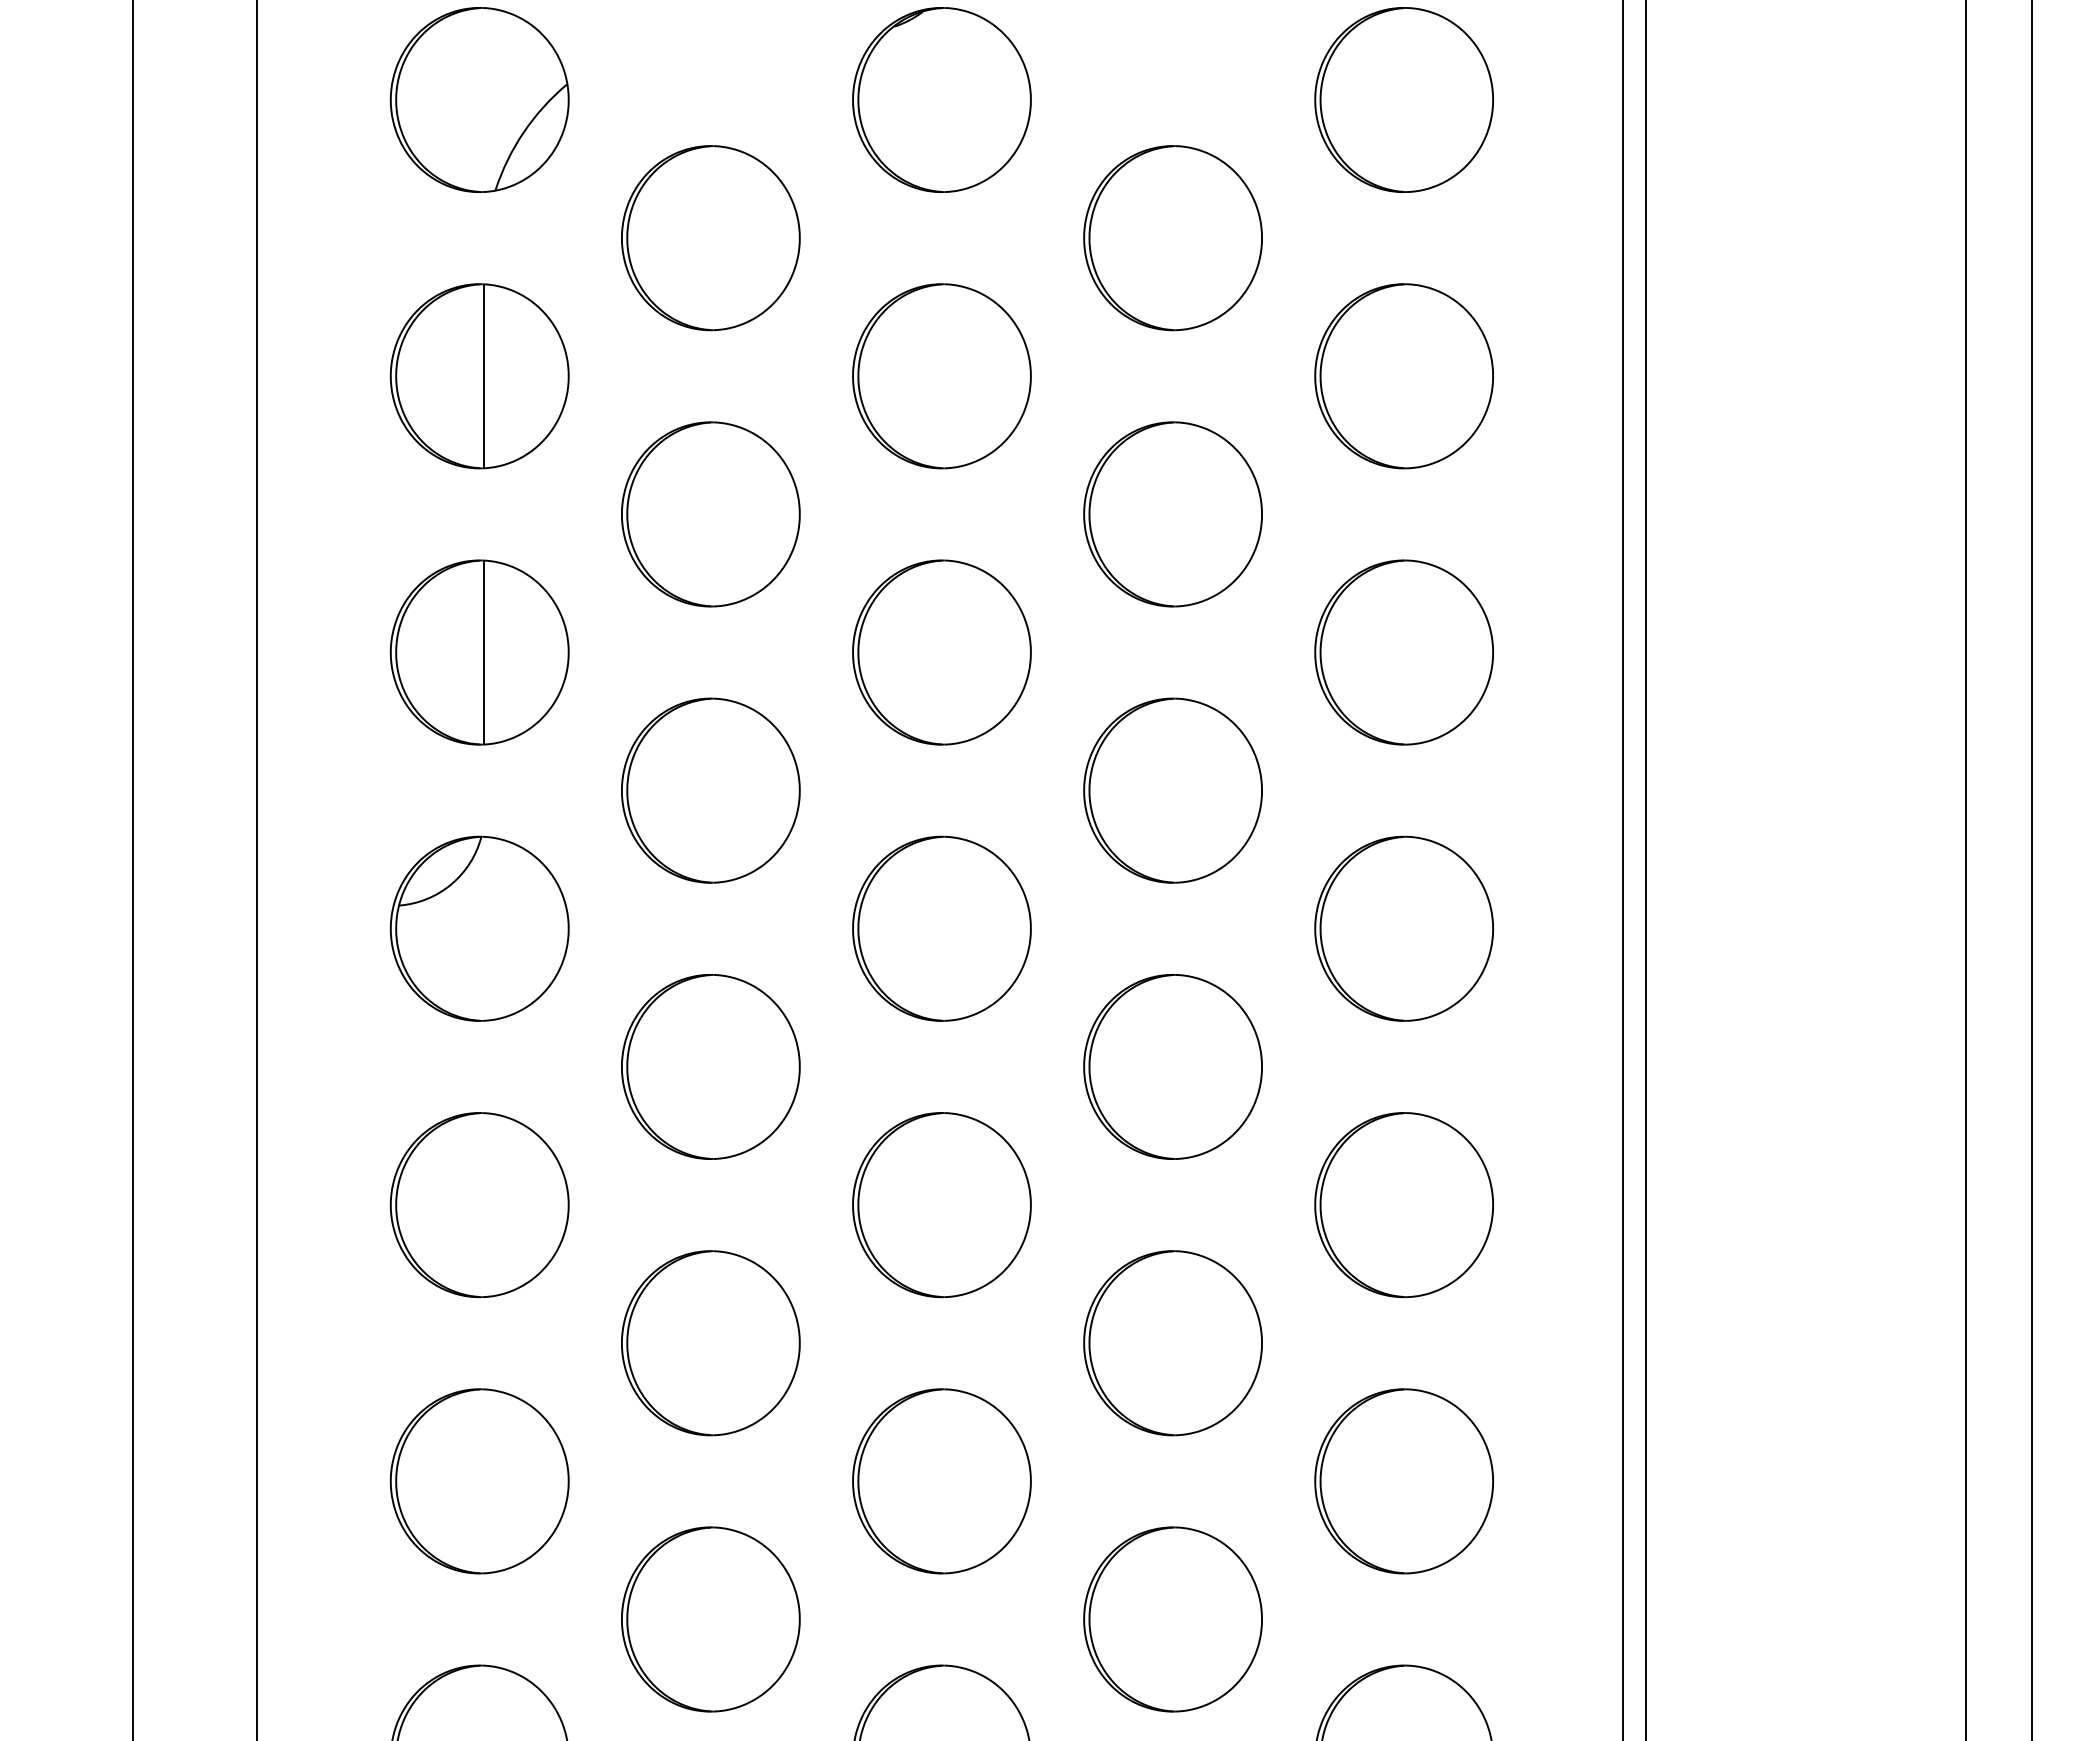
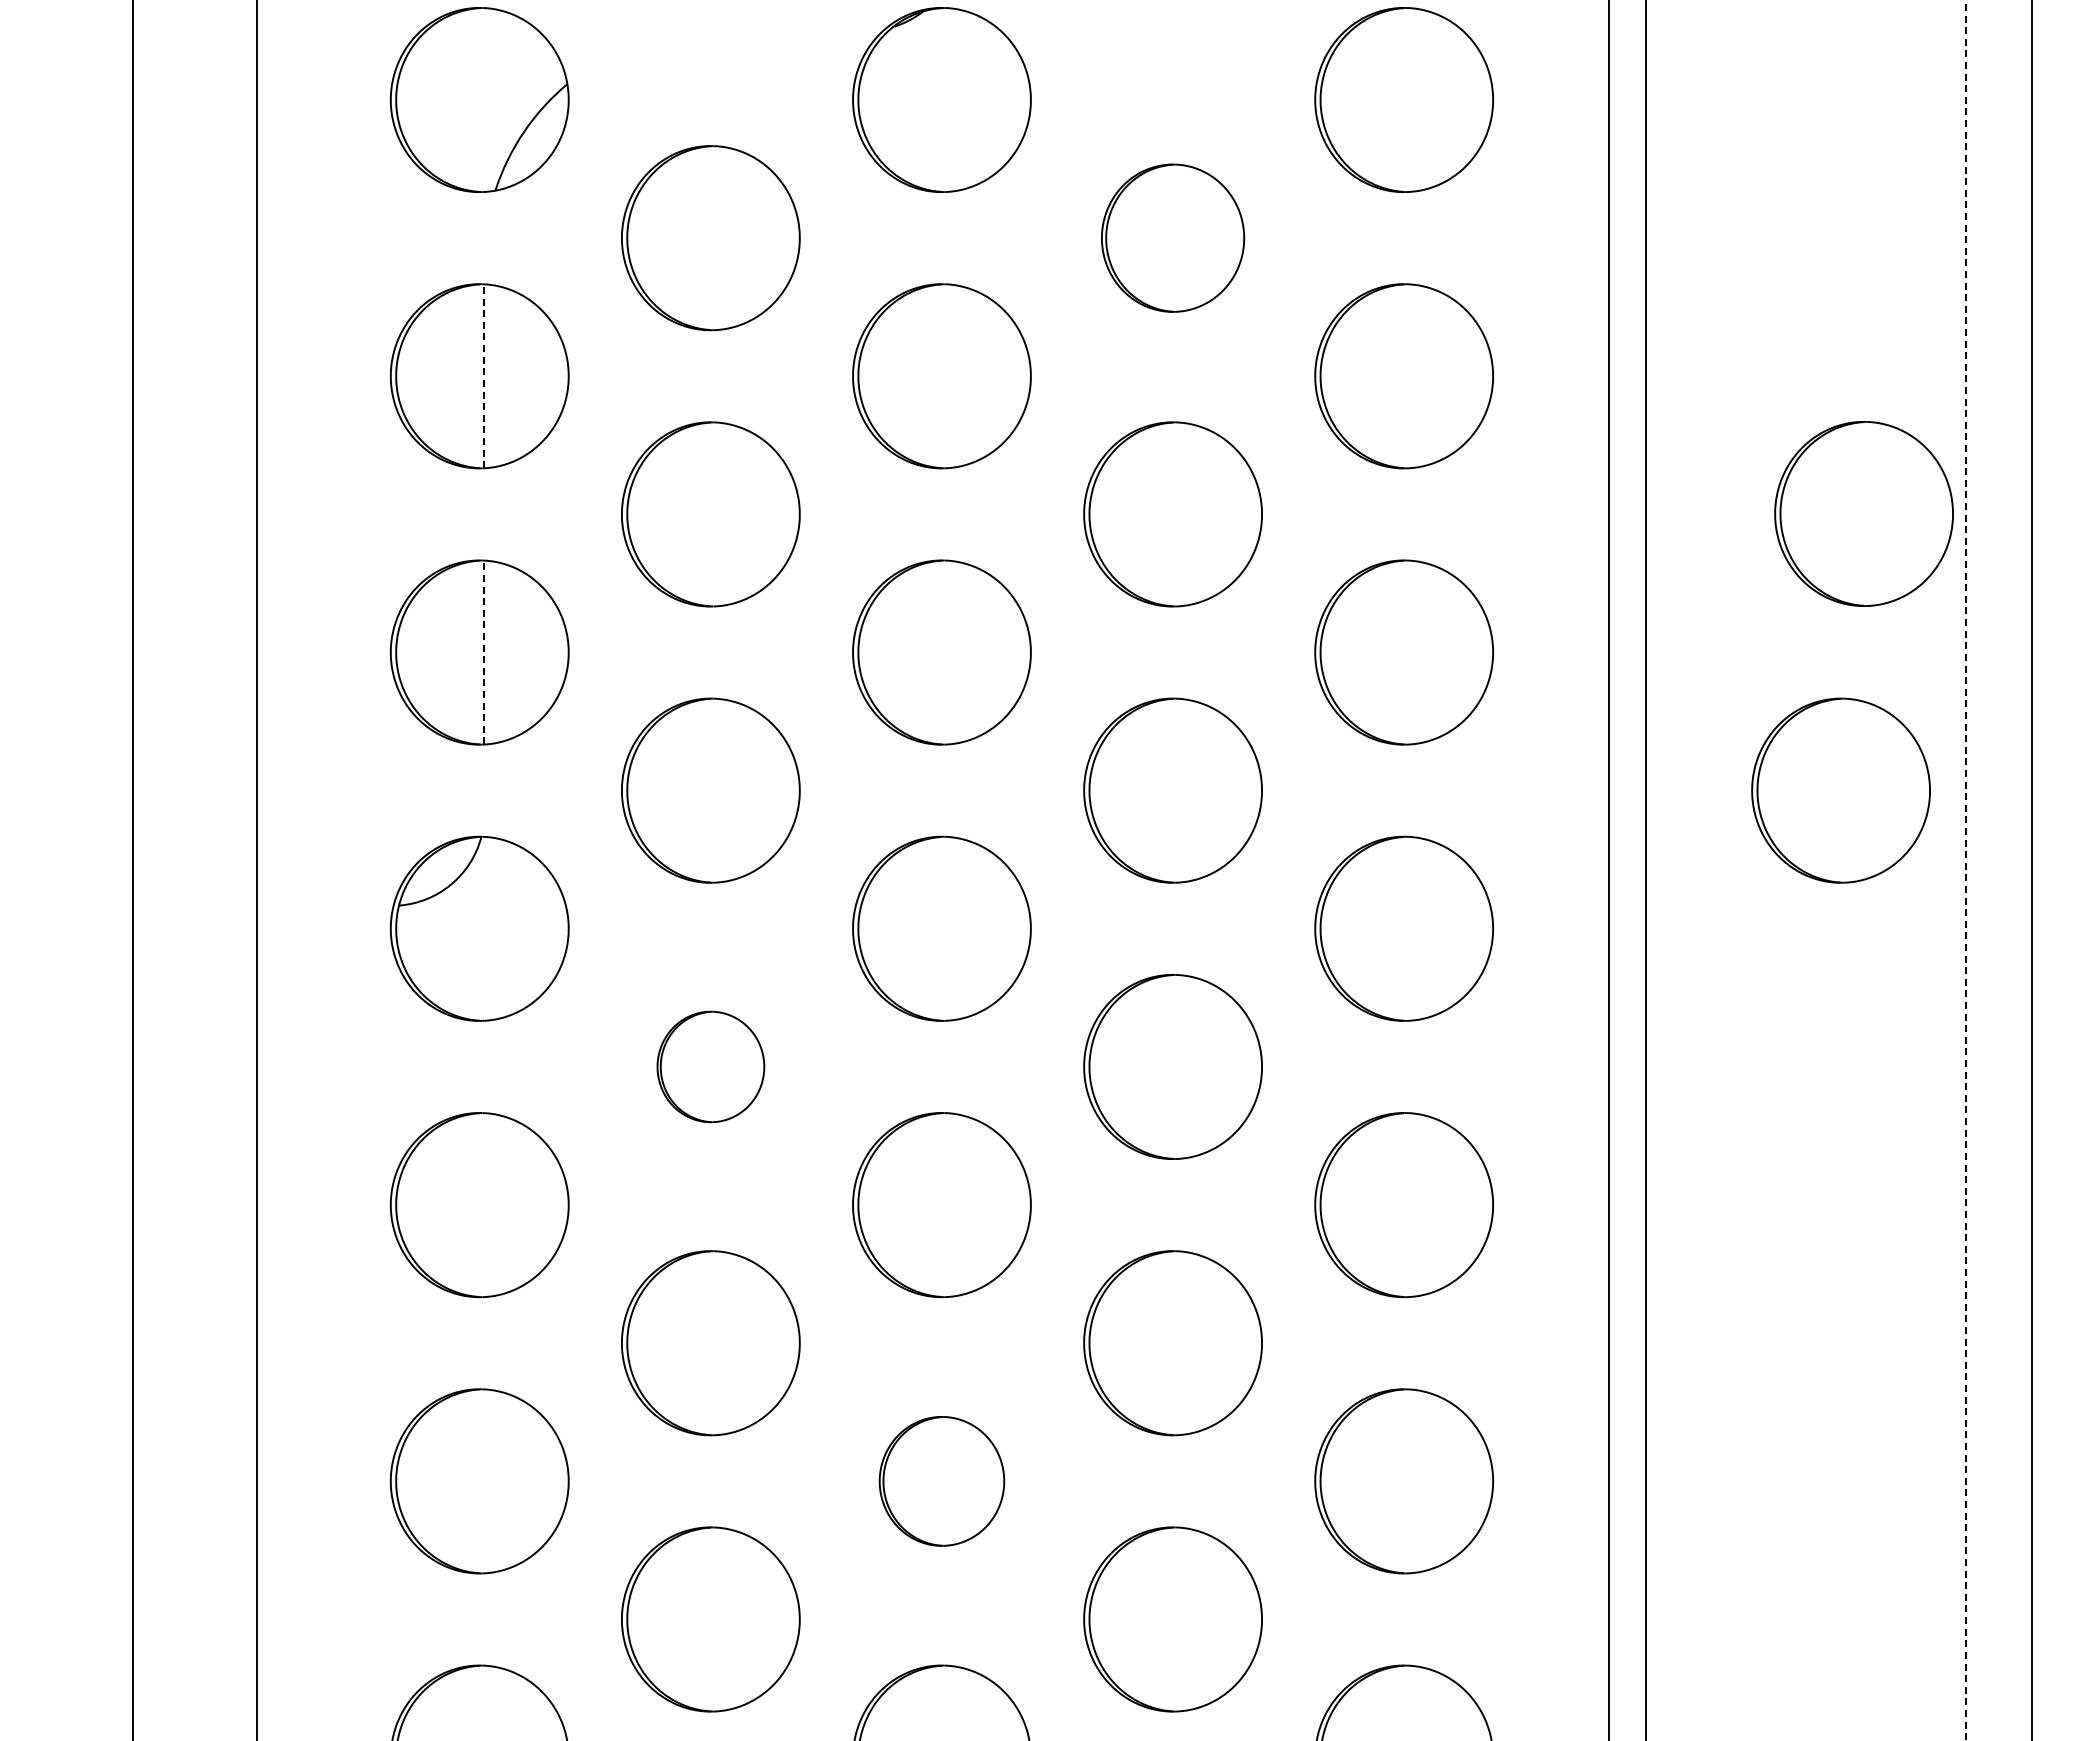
part at (1172, 238) size: 180x187 px -> 145x150 px
line at (484, 376): solid -> dashed
part at (1863, 513): none -> present
line at (484, 652): solid -> dashed
part at (1840, 790): none -> present
line at (1622, 869) position: (1622, 869) -> (1608, 869)
line at (1966, 869): solid -> dashed
part at (710, 1066) size: 180x186 px -> 110x114 px
part at (941, 1481) size: 180x187 px -> 128x131 px
